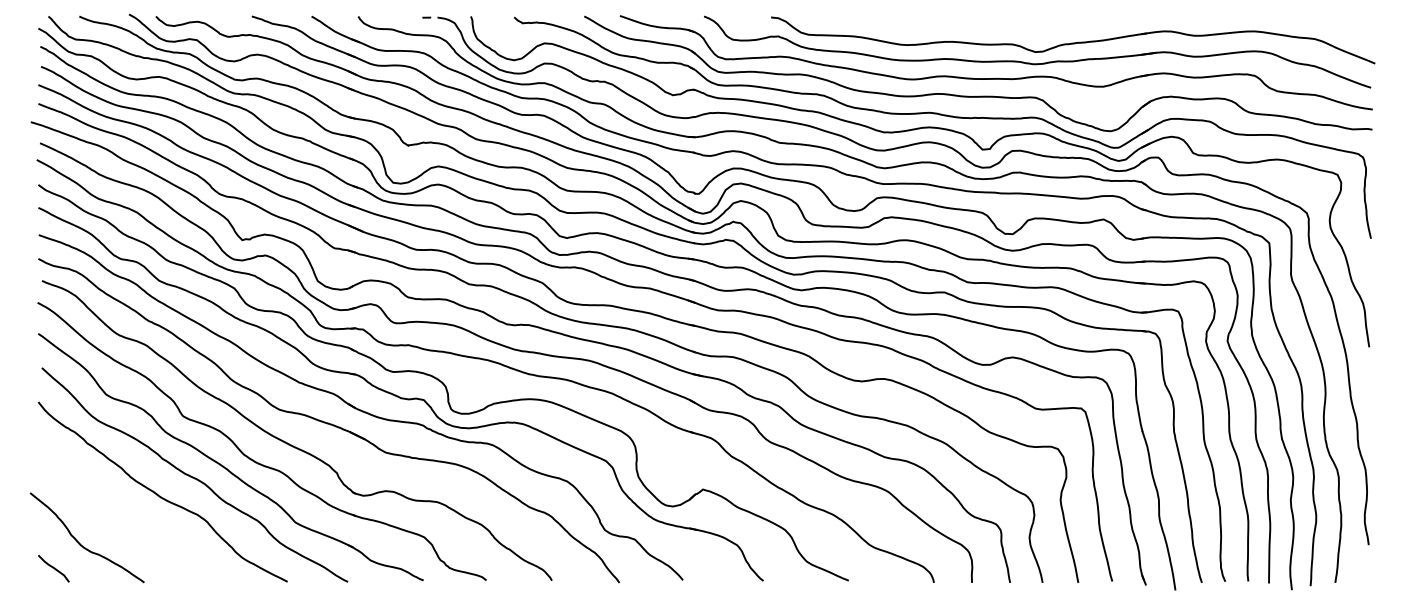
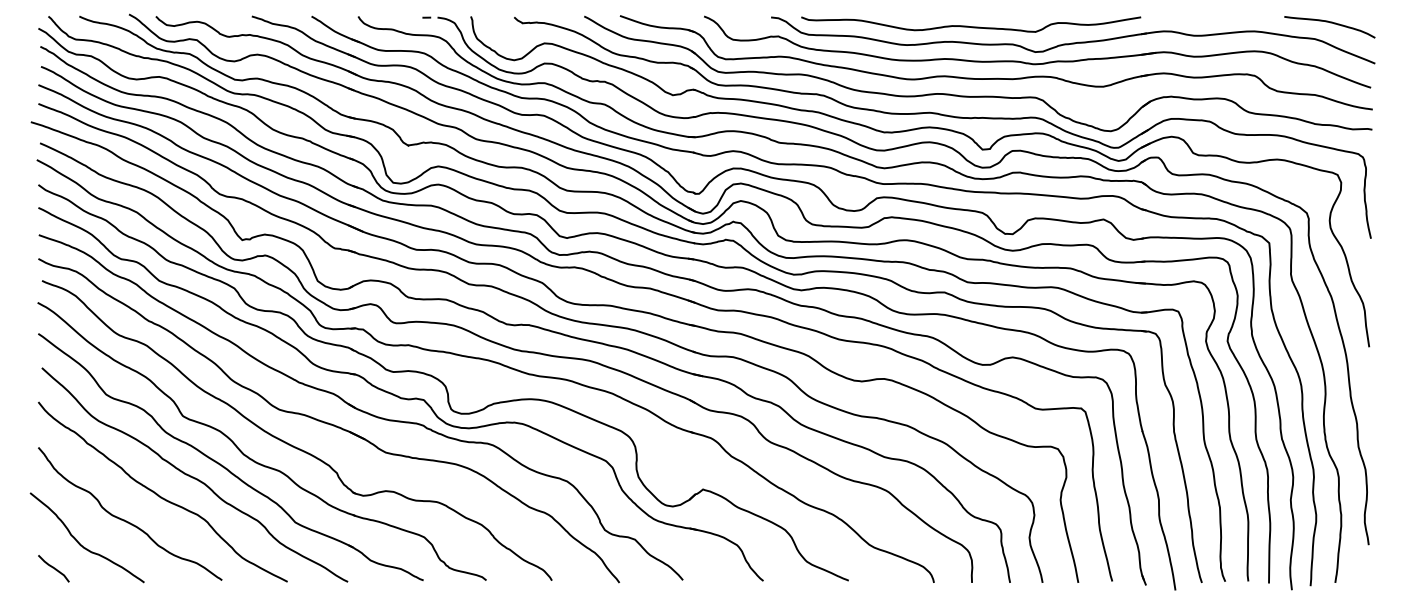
curve at (1330, 23): none -> present
curve at (971, 26): none -> present
curve at (126, 520): none -> present
